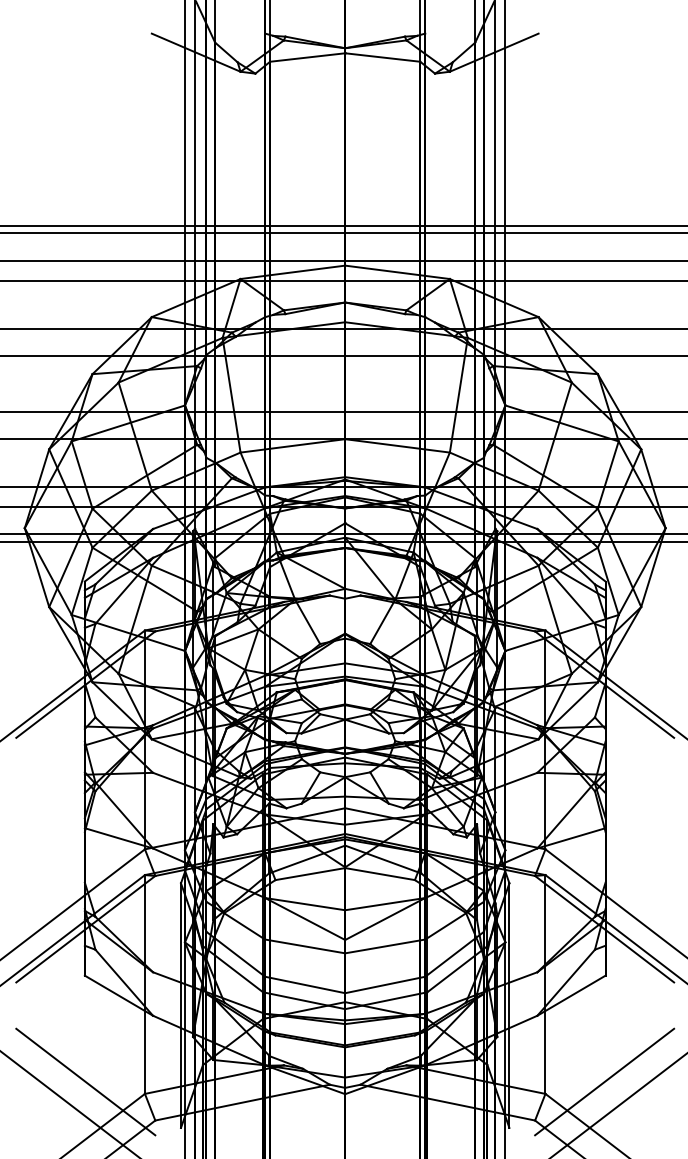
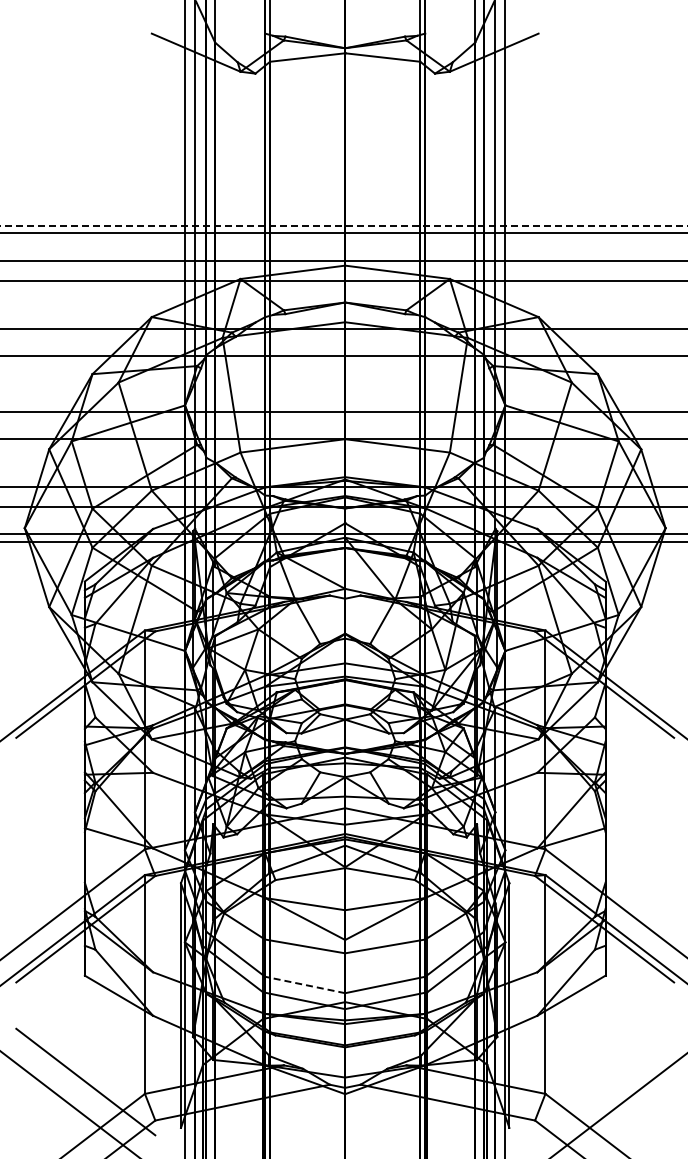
line at (343, 226): solid -> dashed
line at (305, 984): solid -> dashed
line at (604, 1081): present -> none
